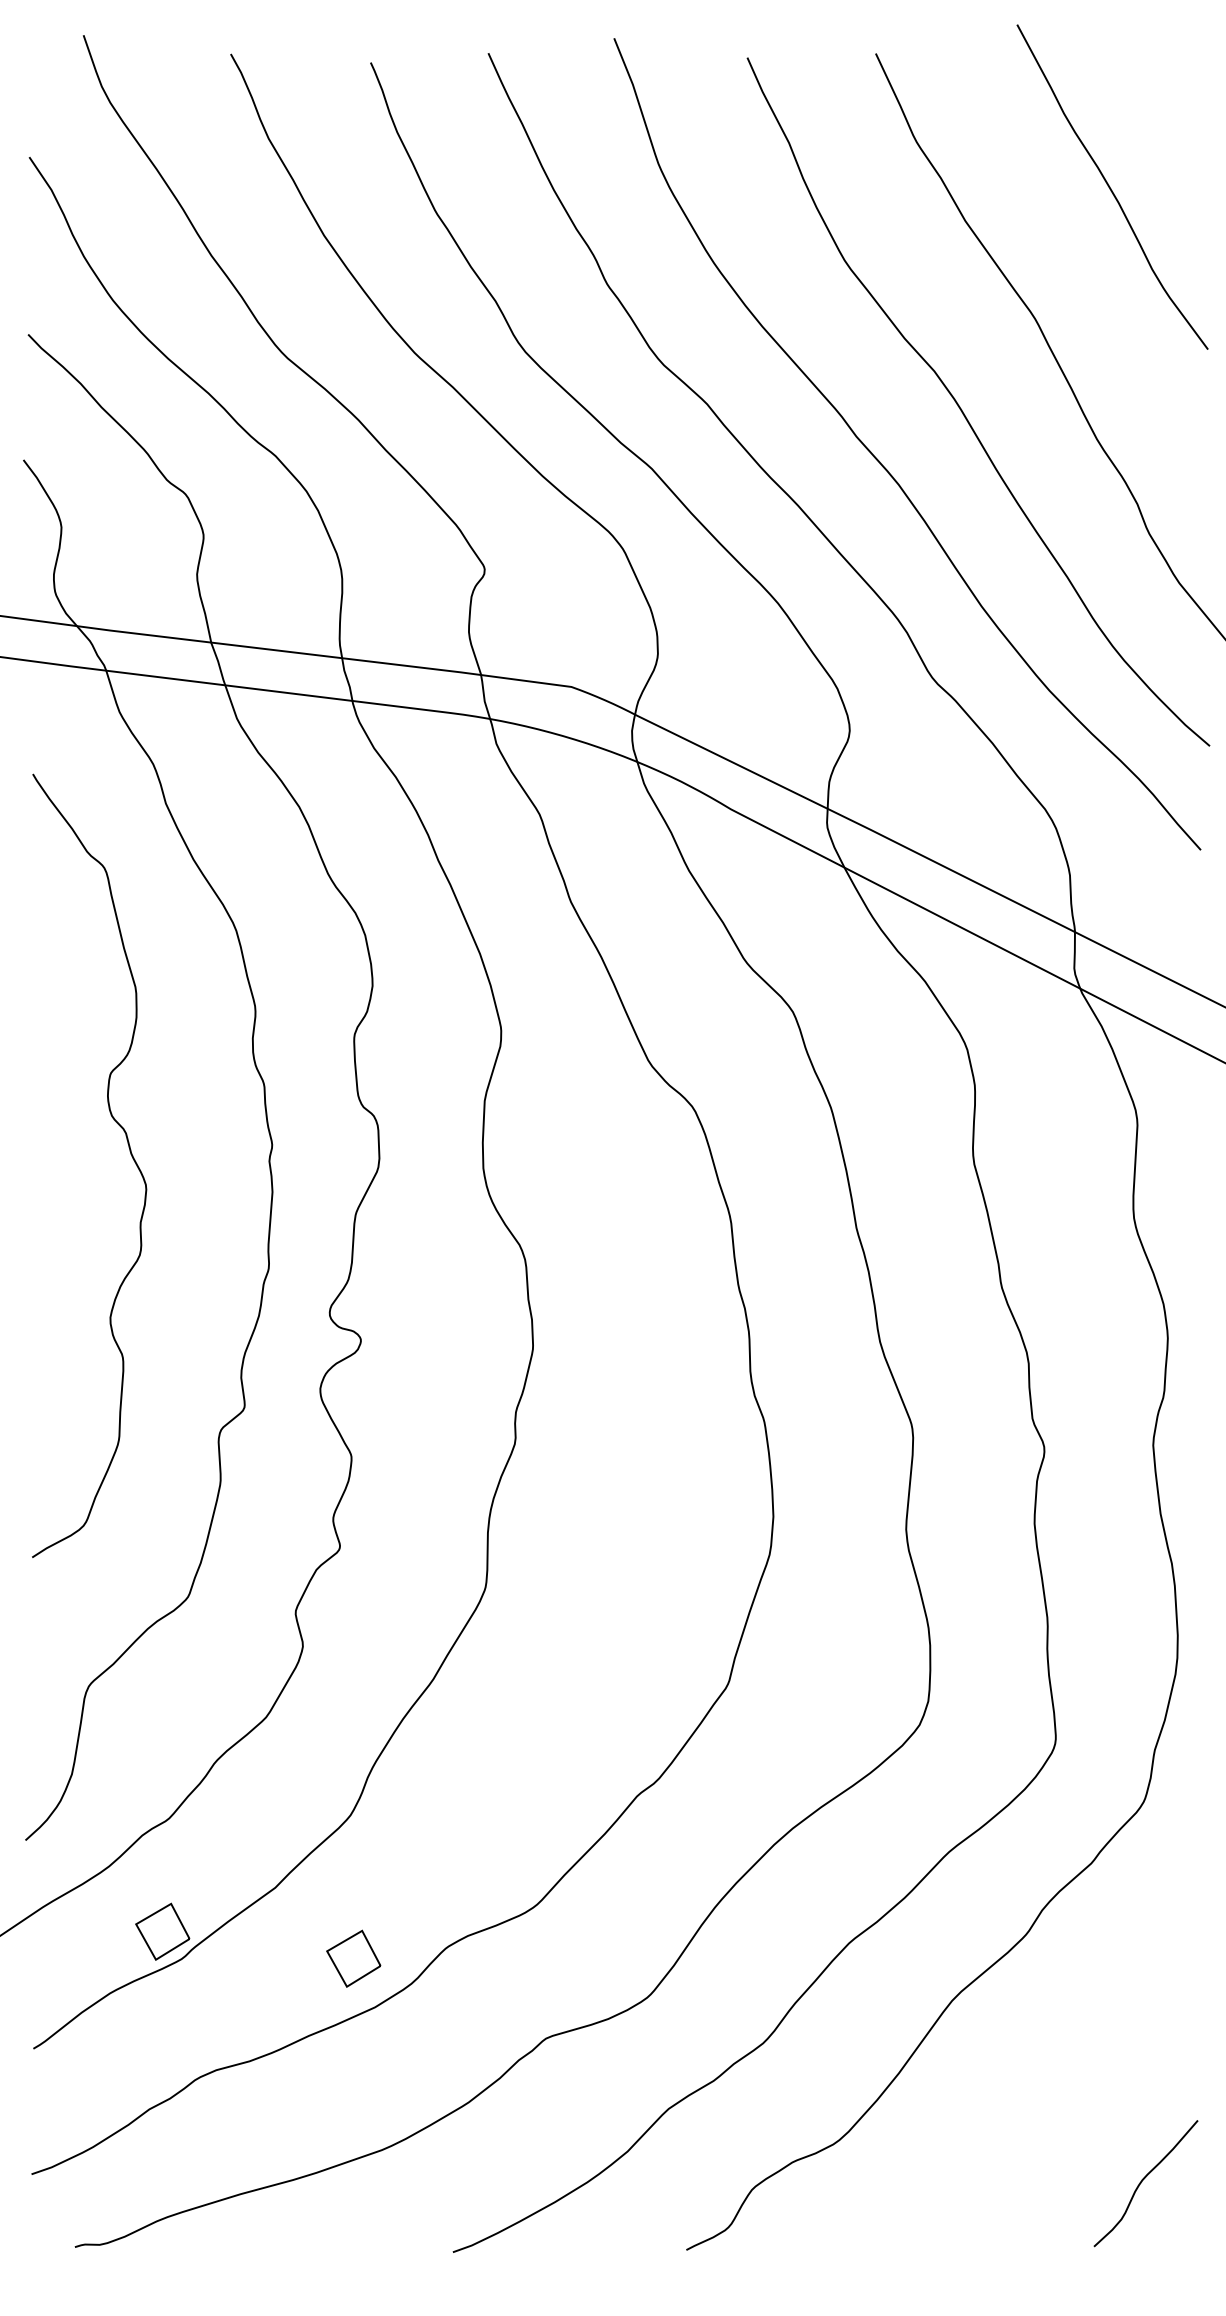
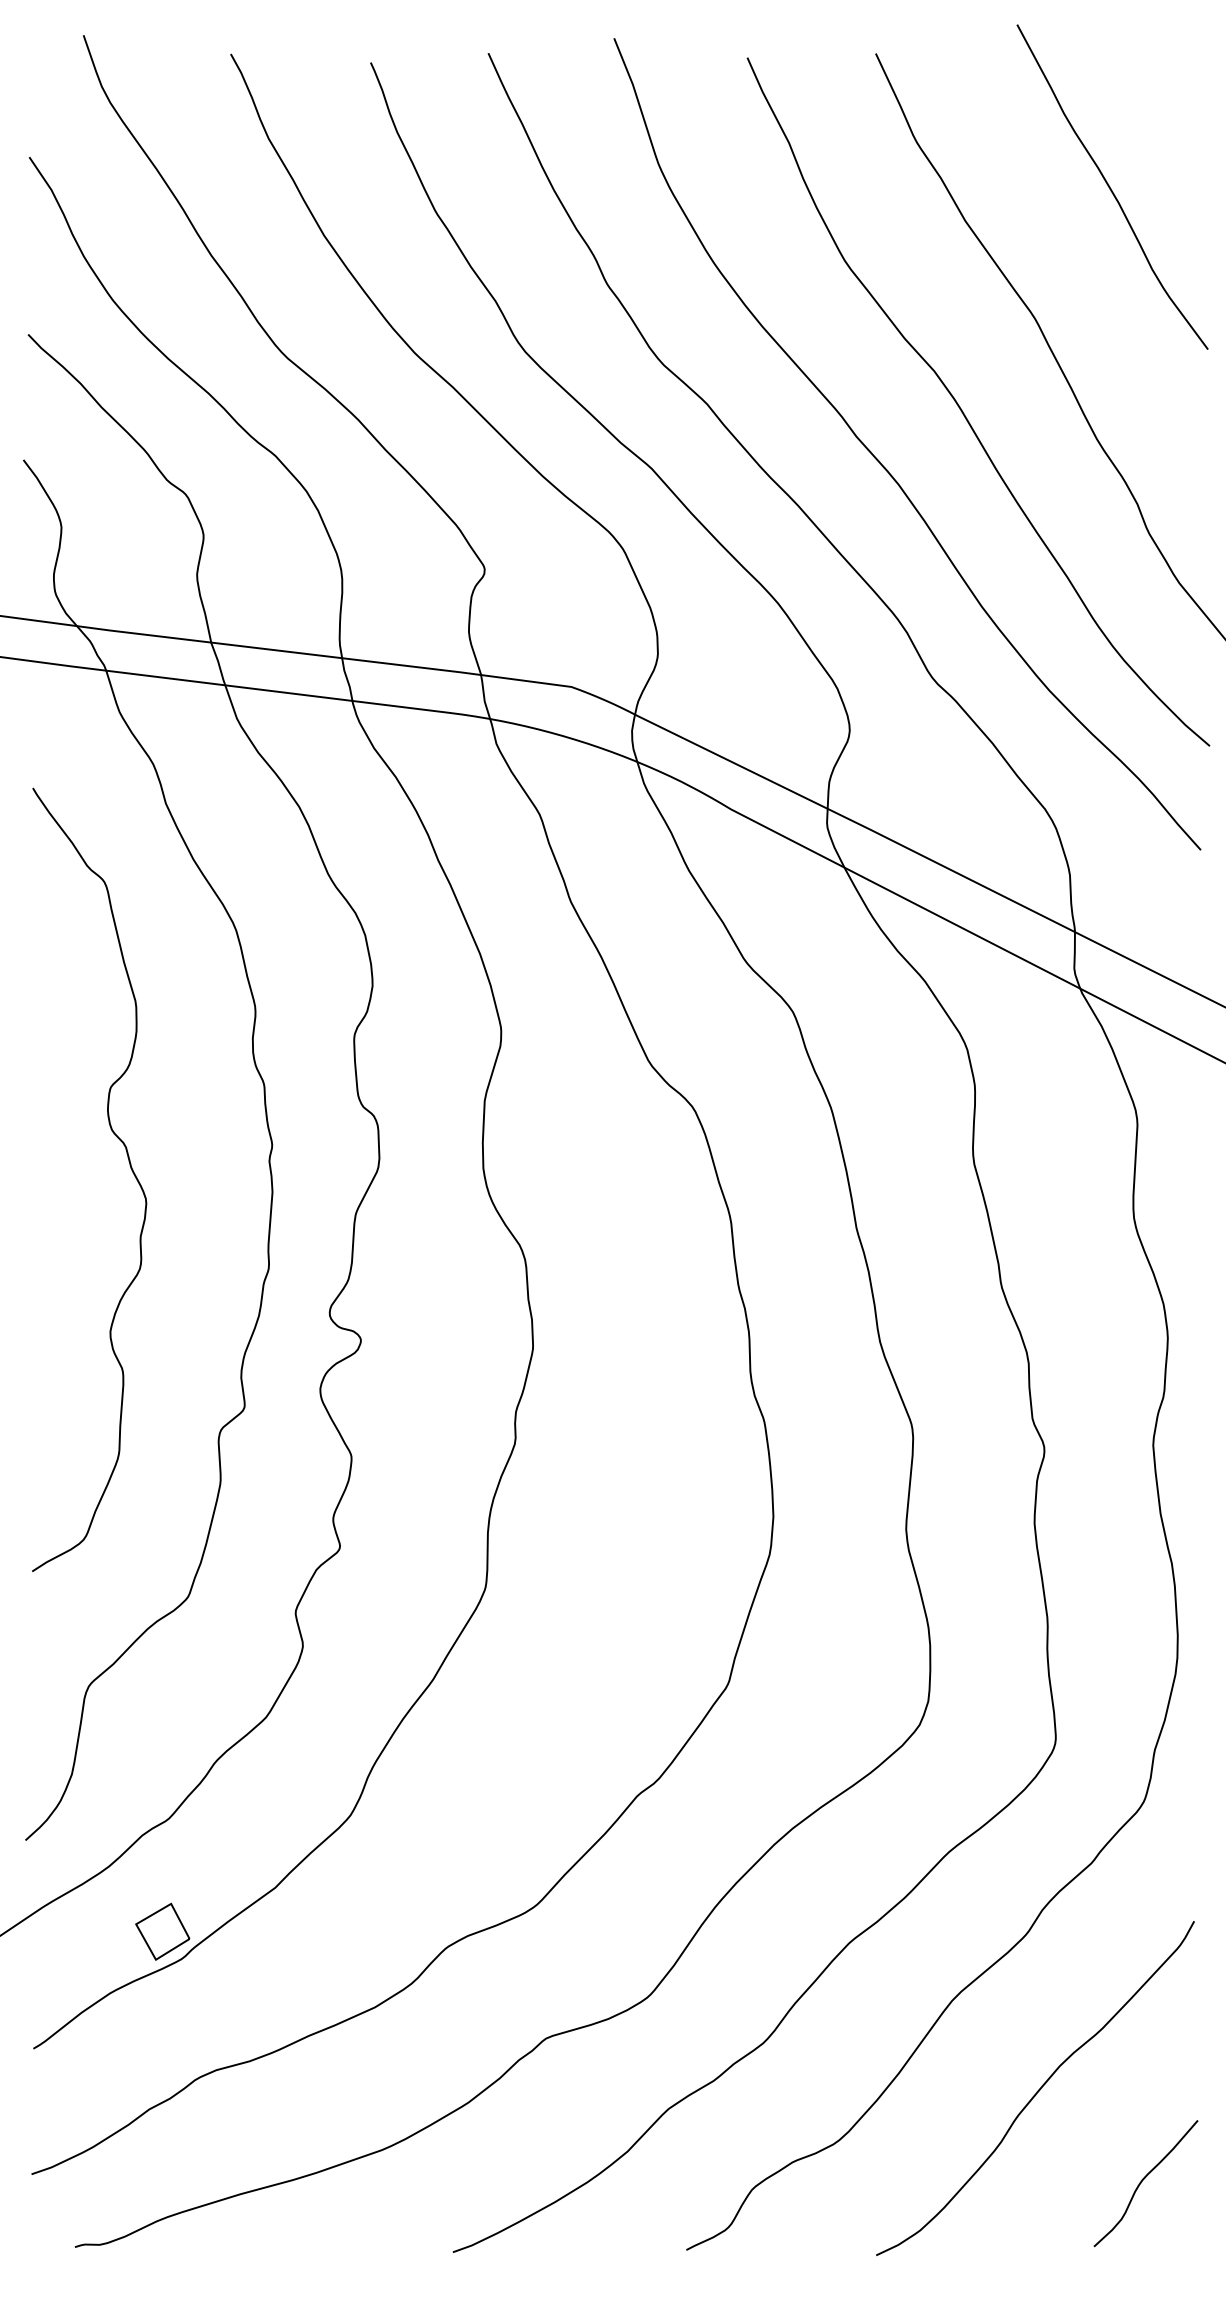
curve at (129, 1151) position: (129, 1151) -> (129, 1165)
part at (353, 1958): present -> none
curve at (1037, 2090): none -> present
